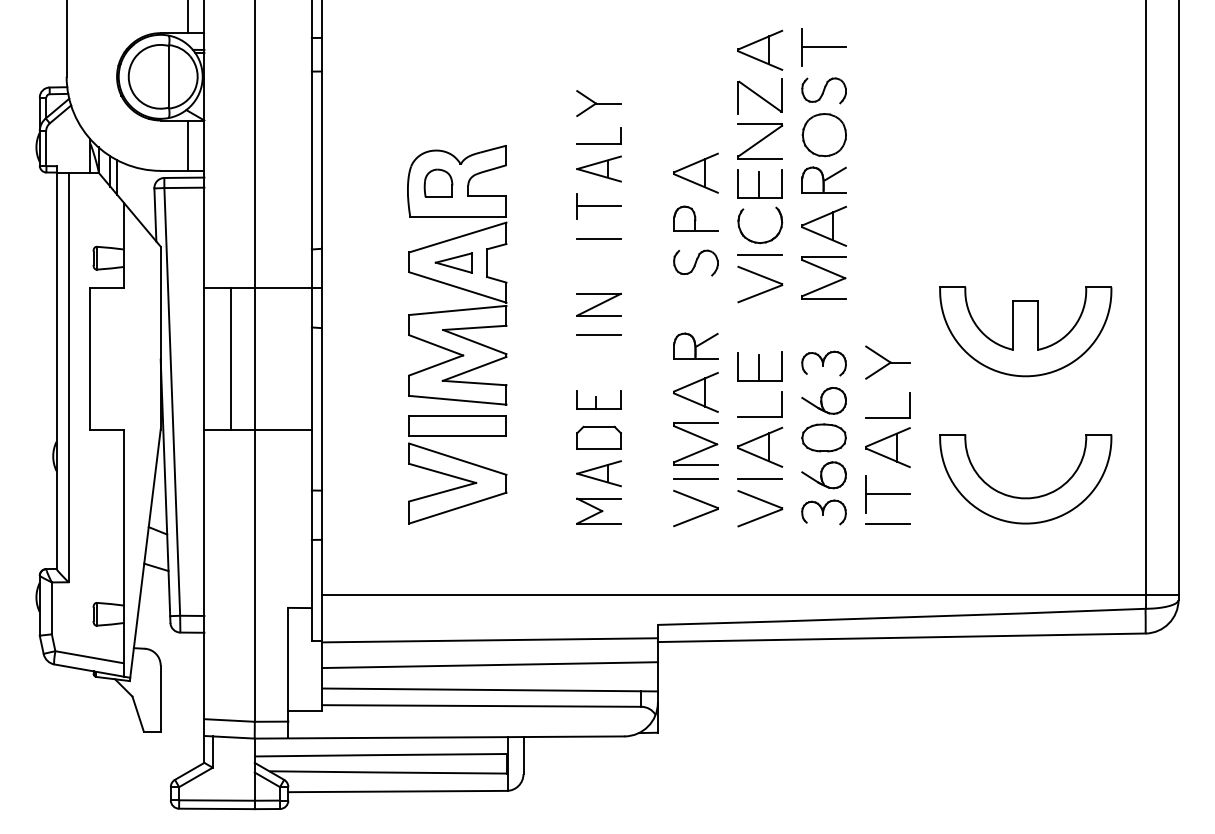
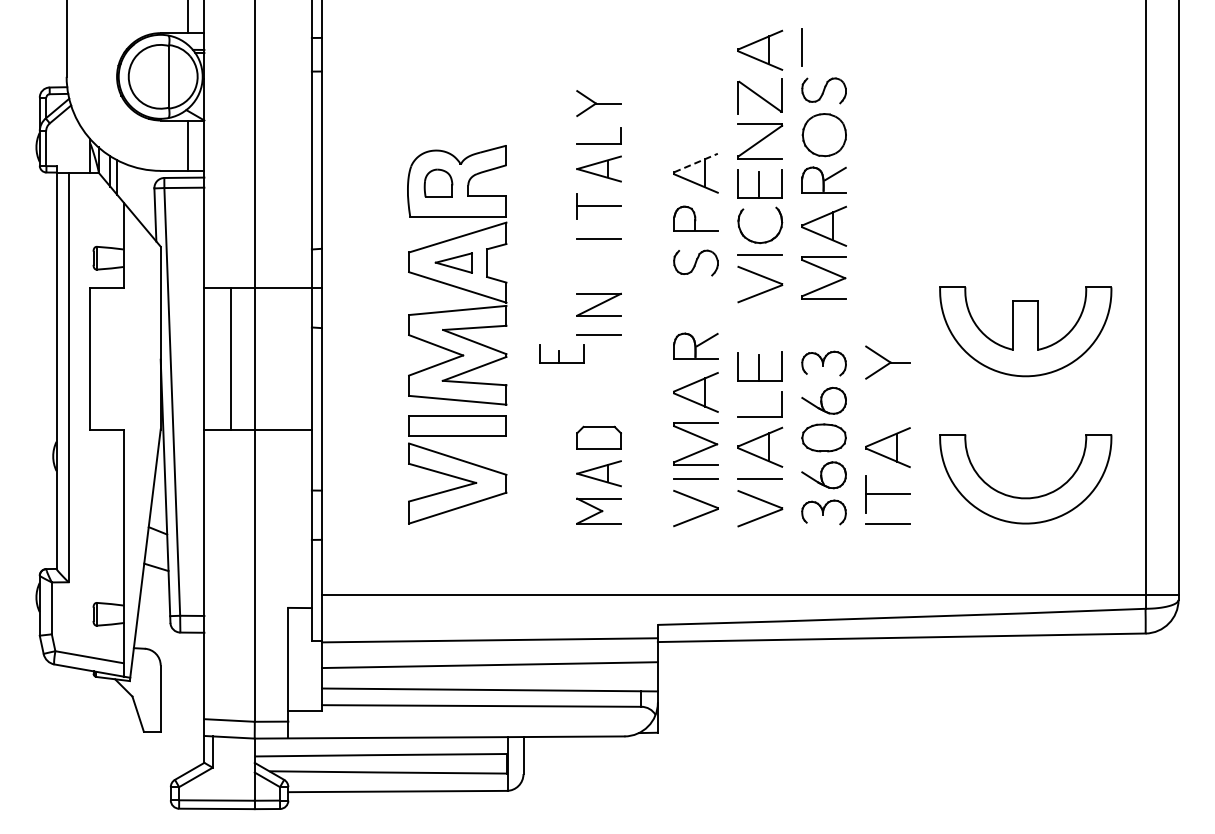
line at (824, 46): present -> none
line at (696, 163): solid -> dashed
part at (598, 399) position: (598, 399) -> (561, 353)
part at (887, 417): present -> none
